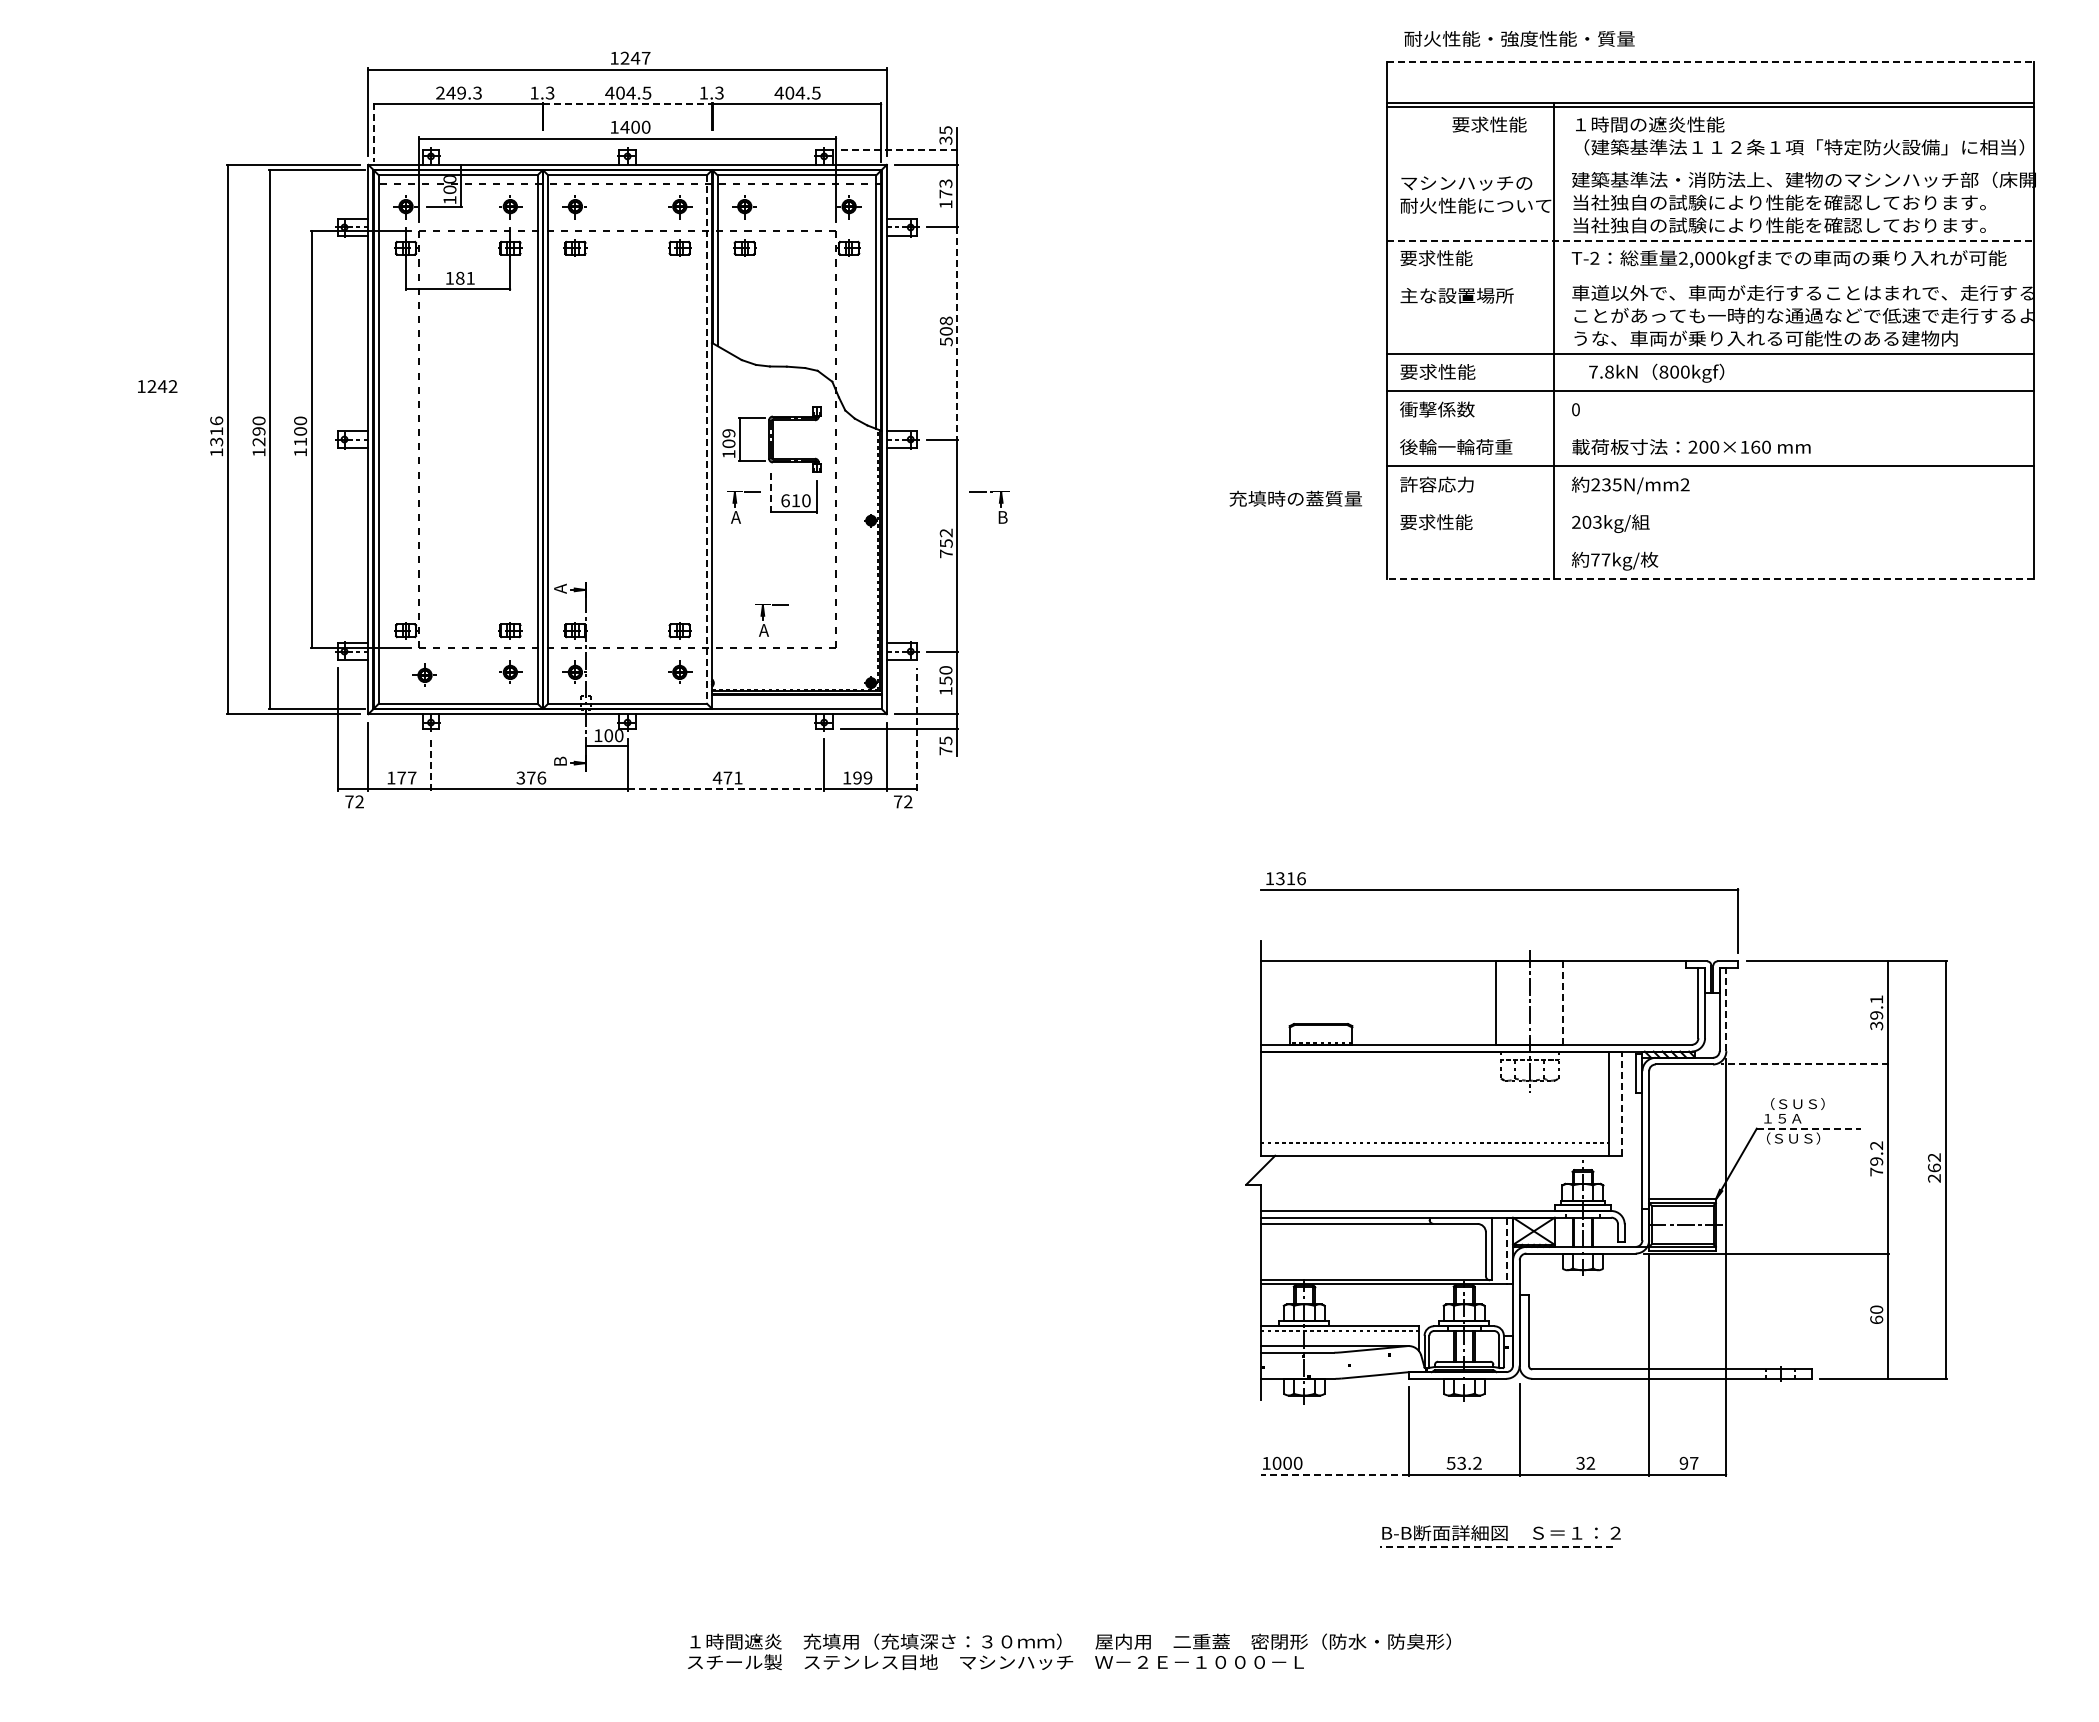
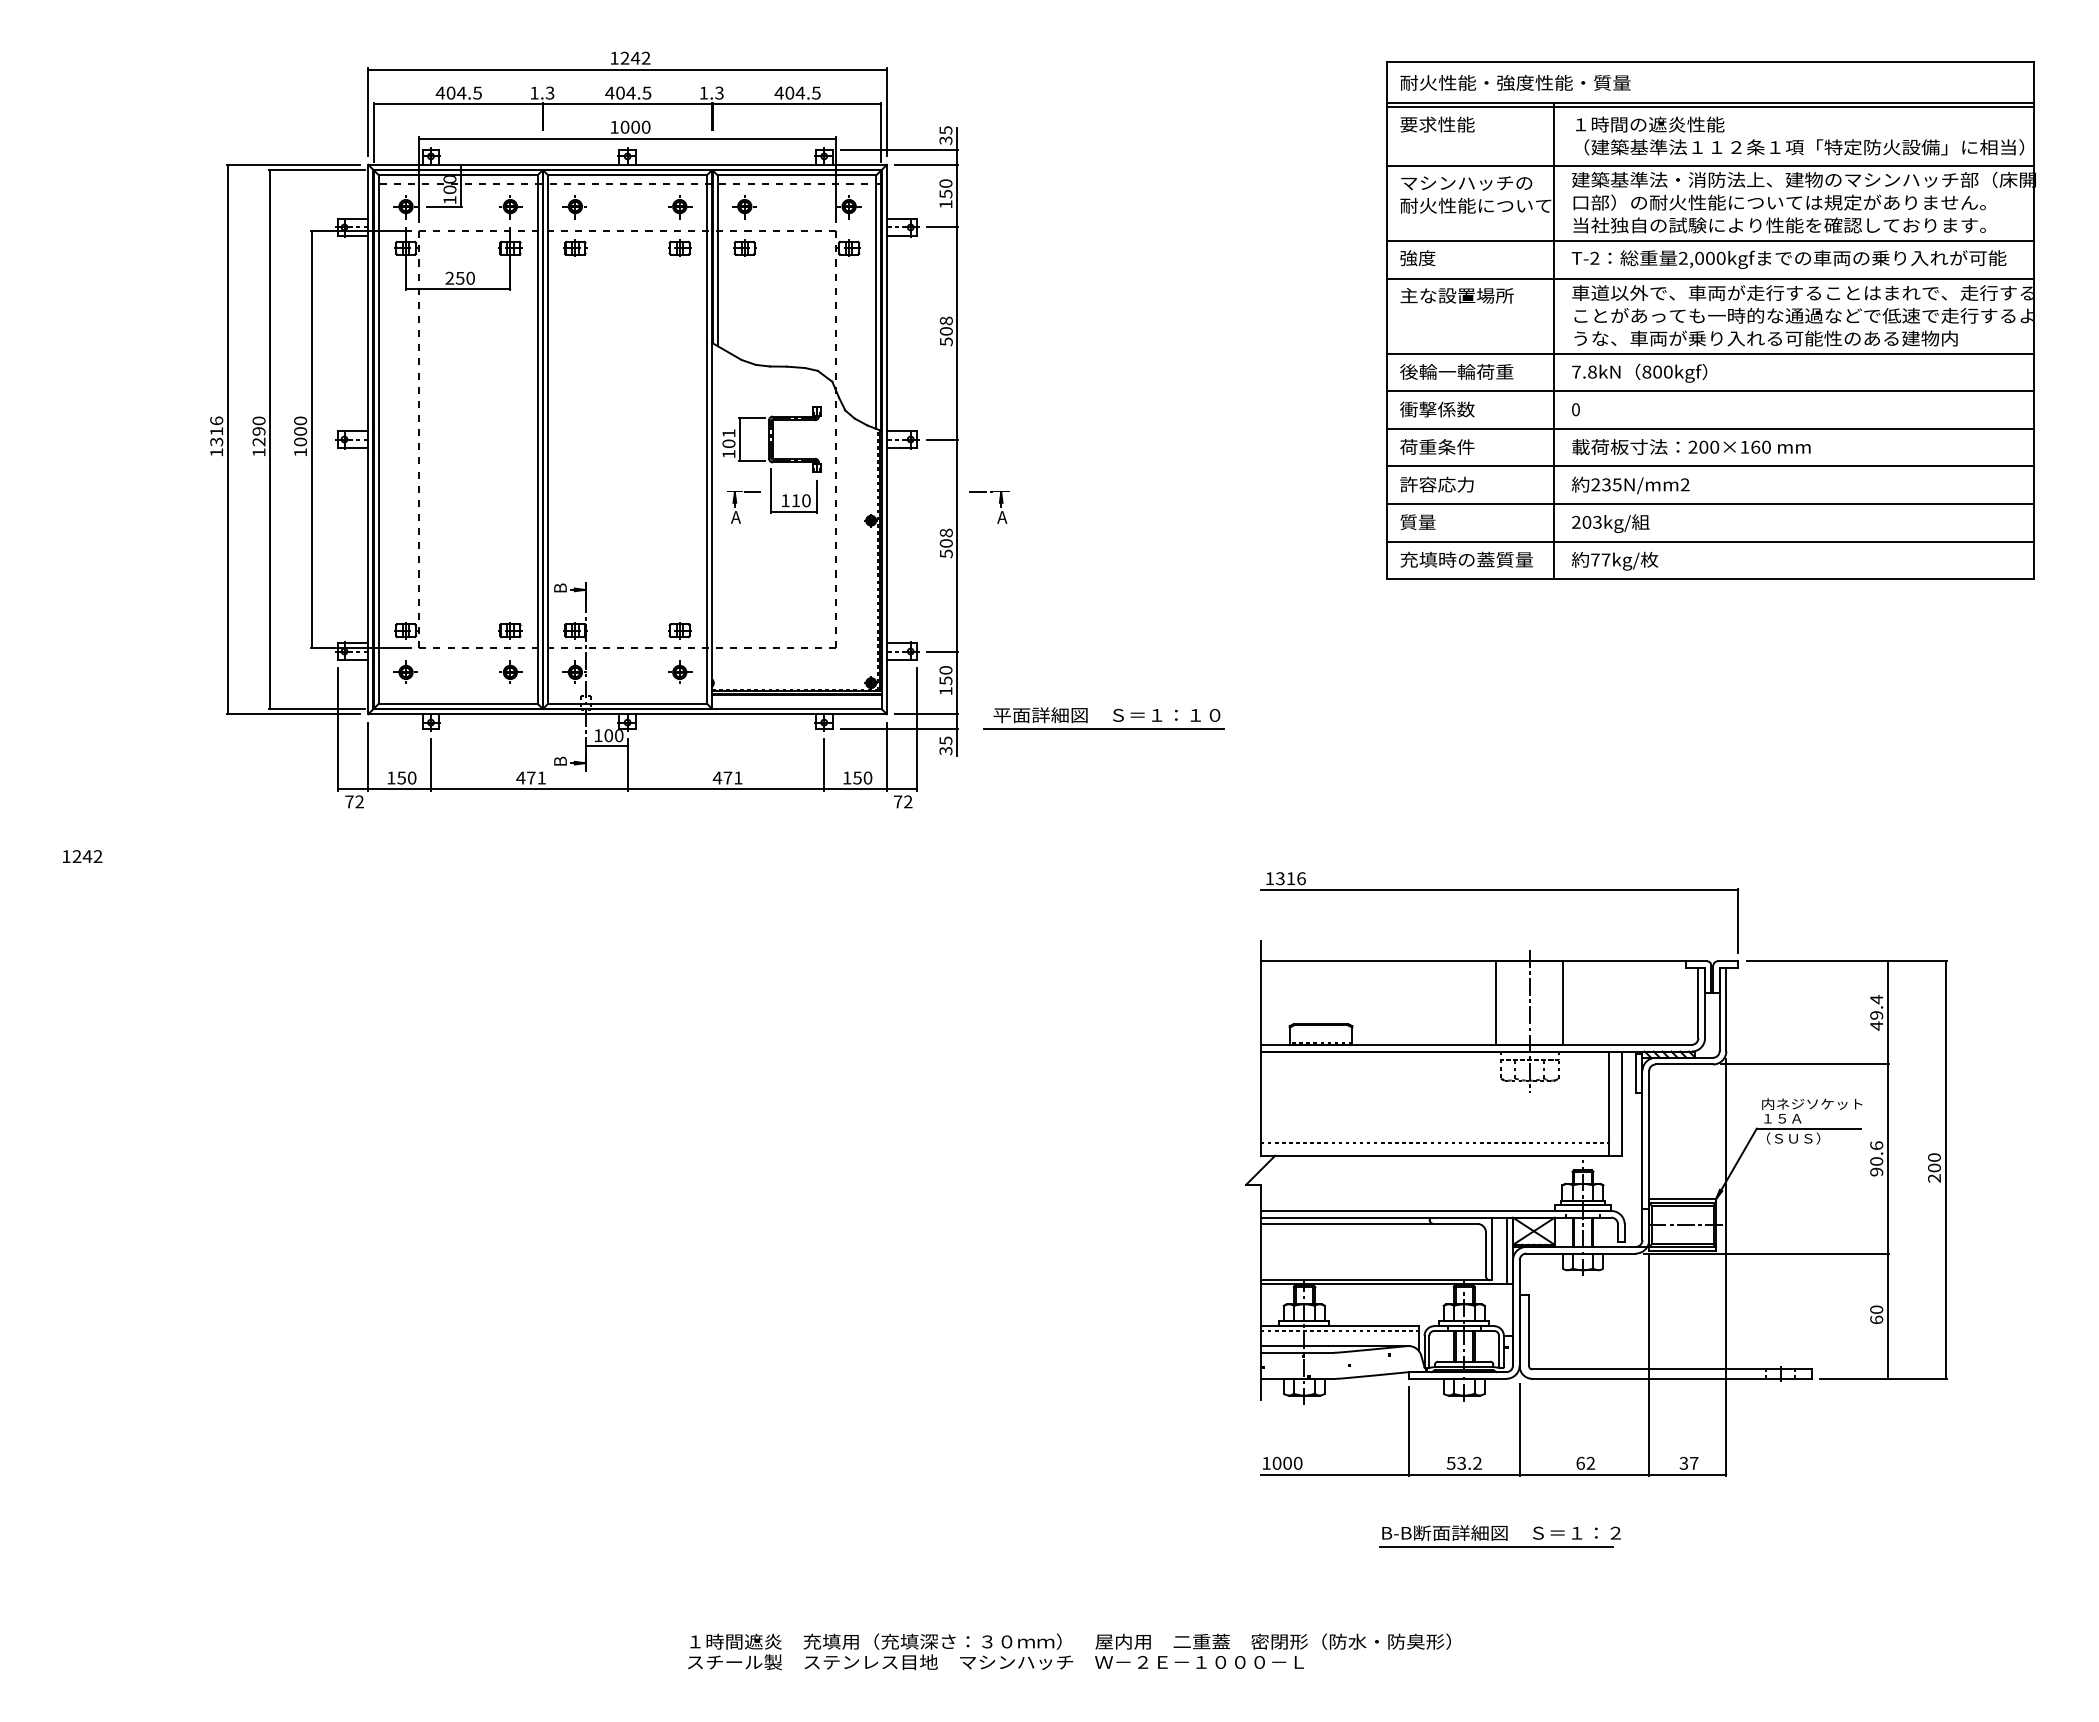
text at (1519, 38) position: (1519, 38) -> (1515, 82)
text at (645, 57): 1247 -> 1242
line at (1710, 61): dashed -> solid
text at (458, 92): 249.3 -> 404.5
line at (628, 104): dashed -> solid
text at (1489, 124) position: (1489, 124) -> (1437, 124)
text at (624, 126): 1400 -> 1000
line at (373, 133): dashed -> solid
line at (899, 150): dashed -> solid
line at (1709, 165): none -> present
text at (945, 188): 173 -> 150
text at (1775, 202): 当社独自の試験により性能を確認しております。 -> 口部）の耐火性能については規定がありません。
line at (1710, 241): dashed -> solid
text at (1436, 258): 要求性能 -> 強度
text at (459, 277): 181 -> 250
line at (1709, 278): none -> present
line at (957, 333): dashed -> solid
text at (1456, 371): 要求性能 -> 後輪一輪荷重
text at (1656, 372) position: (1656, 372) -> (1639, 372)
text at (157, 386) position: (157, 386) -> (82, 856)
line at (1709, 428): none -> present
text at (728, 433): 109 -> 101
line at (707, 440): dashed -> solid
text at (300, 441): 1100 -> 1000
text at (1456, 446): 後輪一輪荷重 -> 荷重条件
line at (770, 490): dashed -> solid
text at (1295, 498) position: (1295, 498) -> (1466, 559)
text at (785, 500): 610 -> 110
line at (1709, 504): none -> present
text at (1002, 517): B -> A
text at (1436, 522): 要求性能 -> 質量
line at (1709, 541): none -> present
text at (945, 543): 752 -> 508
line at (1710, 579): dashed -> solid
text at (560, 588): A -> B
part at (765, 616): present -> none
part at (424, 674) position: (424, 674) -> (405, 671)
line at (916, 728): dashed -> solid
part at (1103, 728): none -> present
text at (945, 750): 75 -> 35
line at (431, 764): dashed -> solid
text at (406, 777): 177 -> 150
text at (531, 777): 376 -> 471
text at (862, 777): 199 -> 150
line at (726, 789): dashed -> solid
line at (1563, 1003): dashed -> solid
line at (1726, 1009): dashed -> solid
text at (1876, 1012): 39.1 -> 49.4
line at (1805, 1064): dashed -> solid
line at (1621, 1103): dashed -> solid
text at (1812, 1103): （ＳＵＳ） -> 内ネジソケット
line at (1809, 1128): dashed -> solid
text at (1876, 1158): 79.2 -> 90.6
text at (1934, 1162): 262 -> 200
line at (1506, 1251): dashed -> solid
text at (1580, 1462): 32 -> 62
text at (1683, 1463): 97 -> 37
line at (1334, 1474): dashed -> solid
line at (1496, 1547): dashed -> solid
